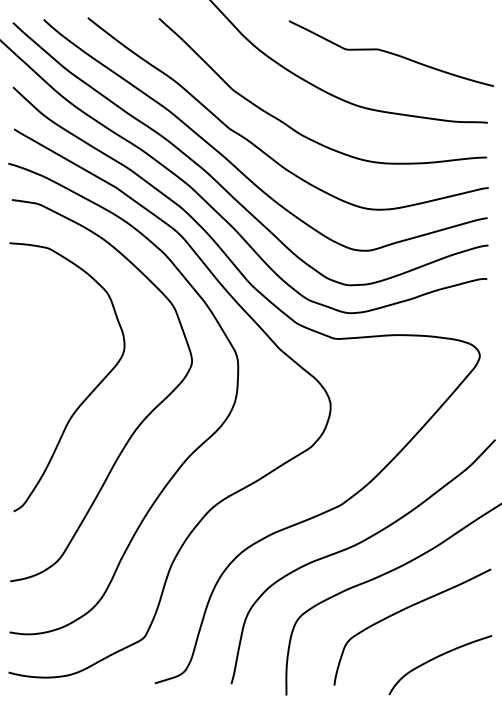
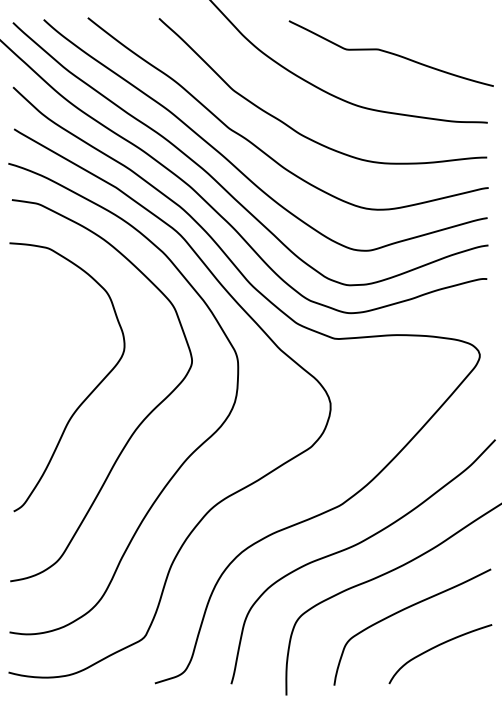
curve at (436, 658) position: (436, 658) -> (436, 647)
